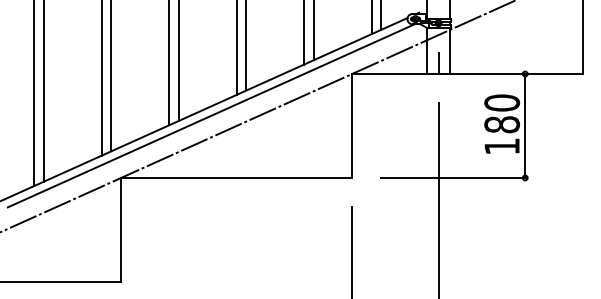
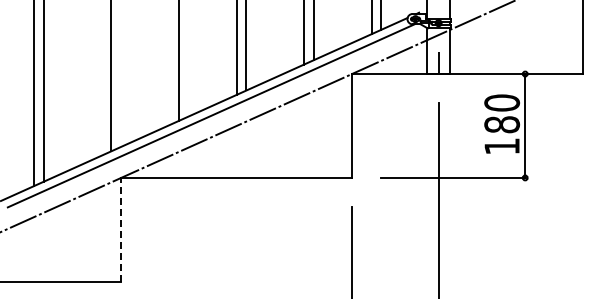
line at (169, 63): present -> none
line at (101, 78): present -> none
line at (121, 229): solid -> dashed
